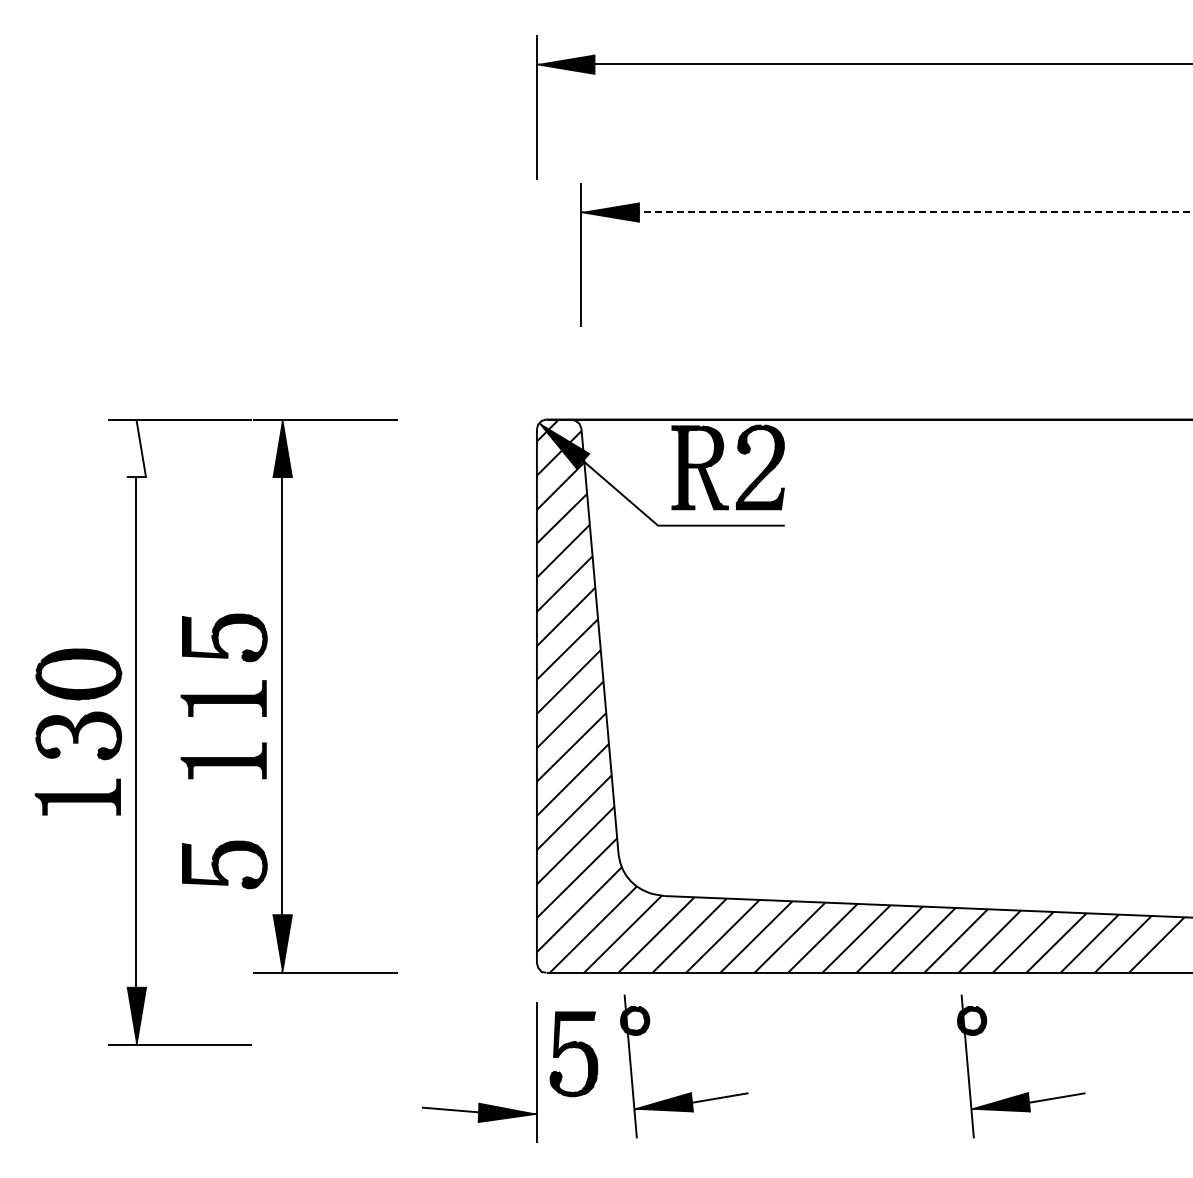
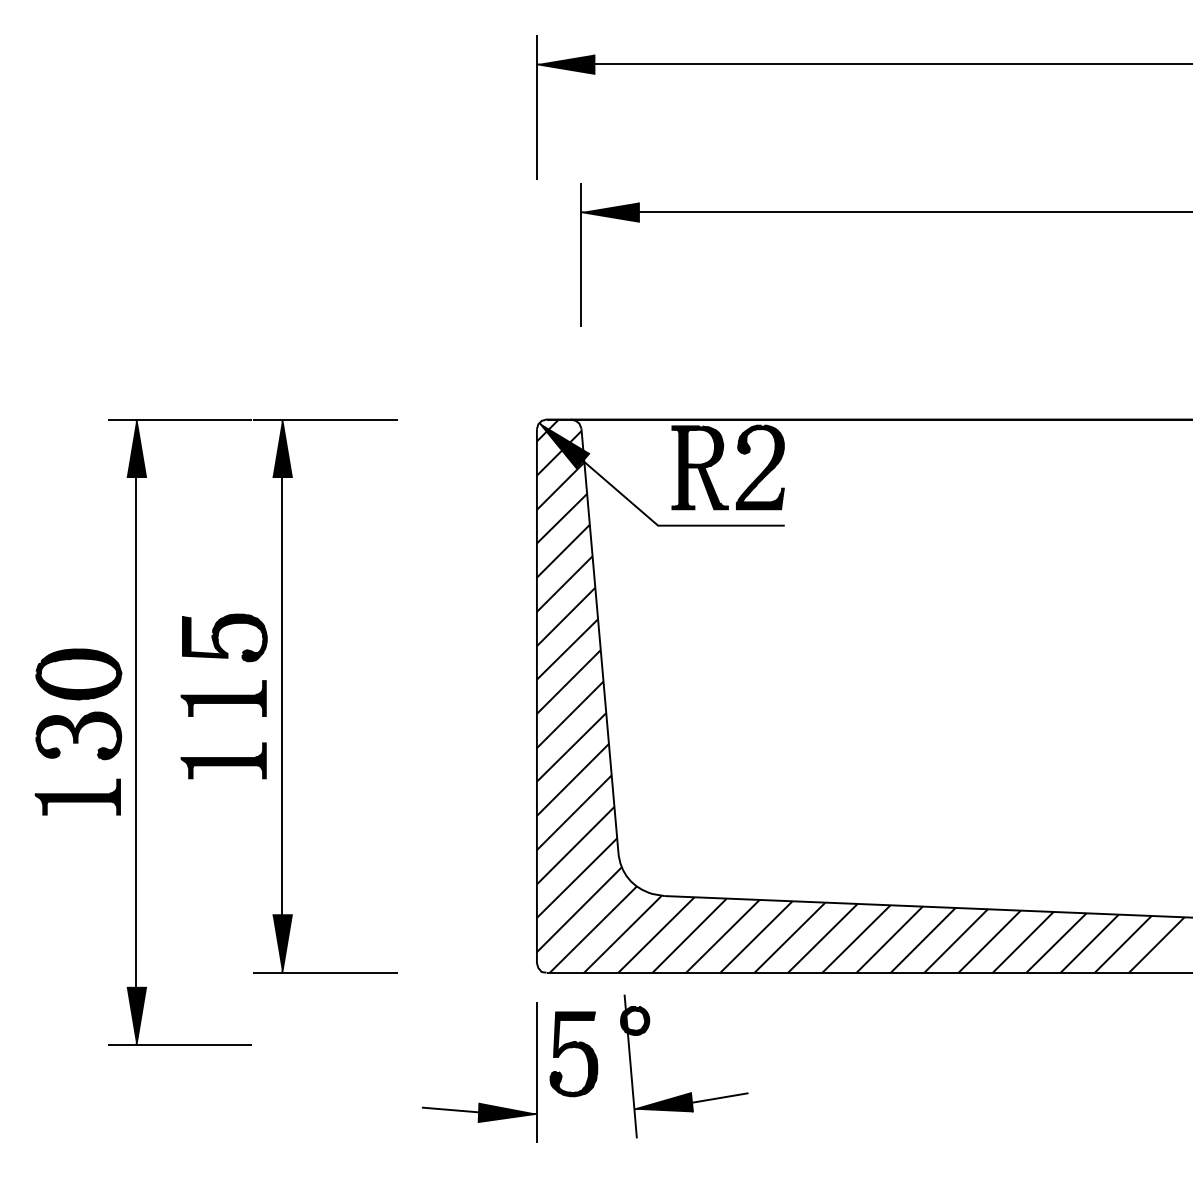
line at (915, 212): dashed -> solid
fill at (136, 448): none -> present
part at (224, 864): present -> none
part at (1026, 1092): present -> none
